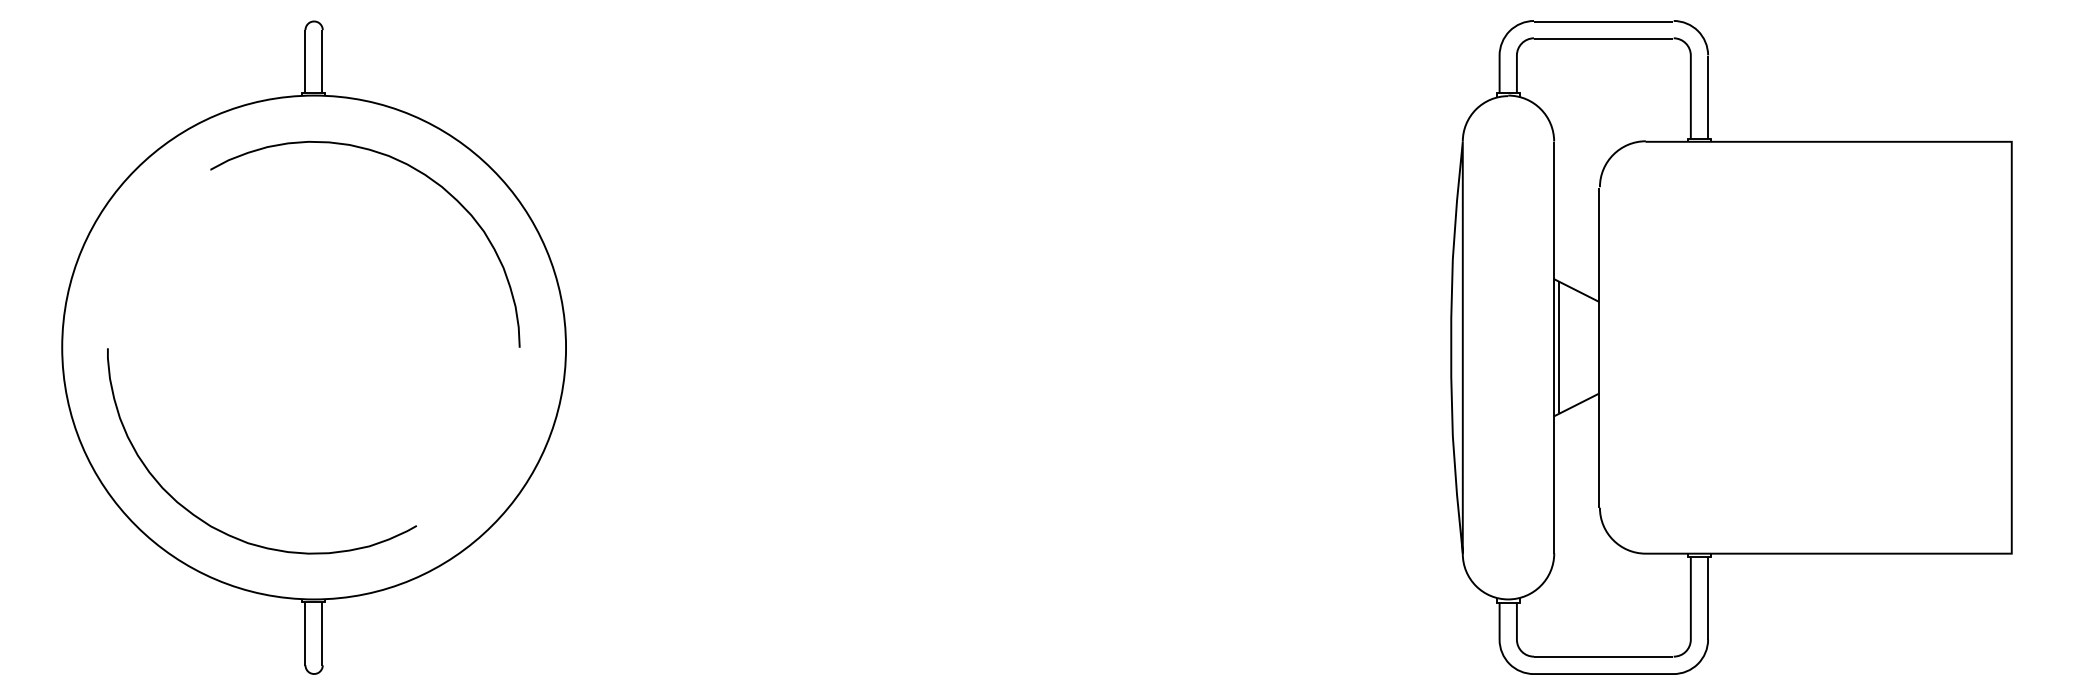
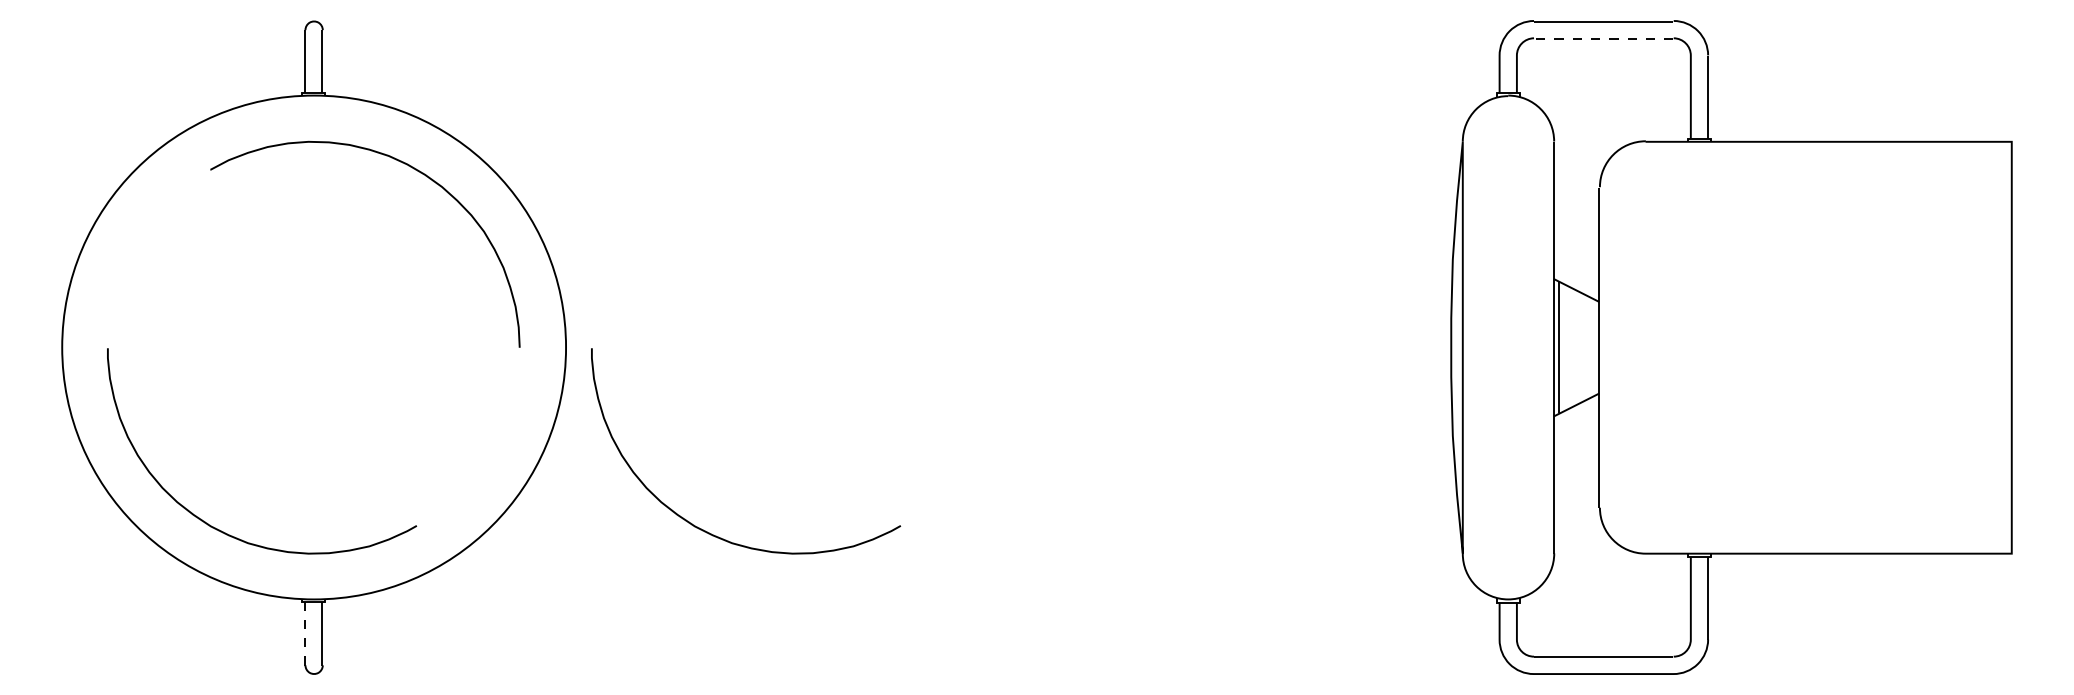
line at (1603, 38): solid -> dashed
curve at (707, 531): none -> present
line at (304, 633): solid -> dashed
